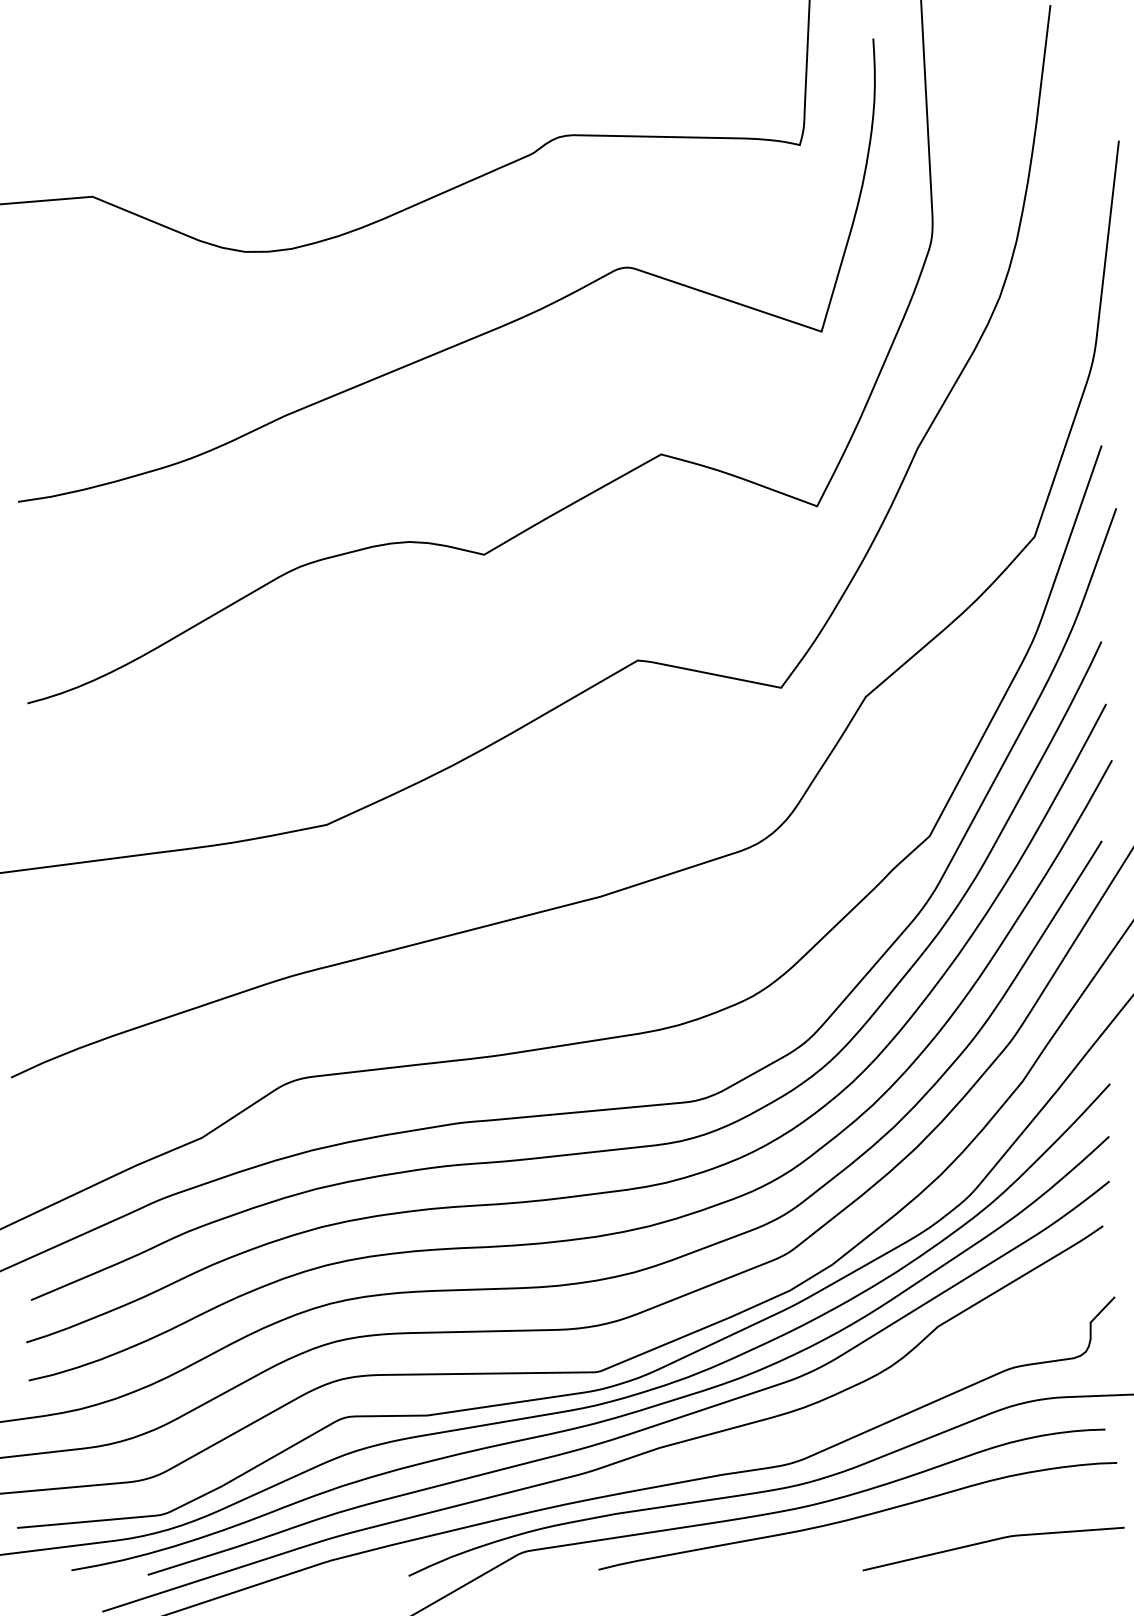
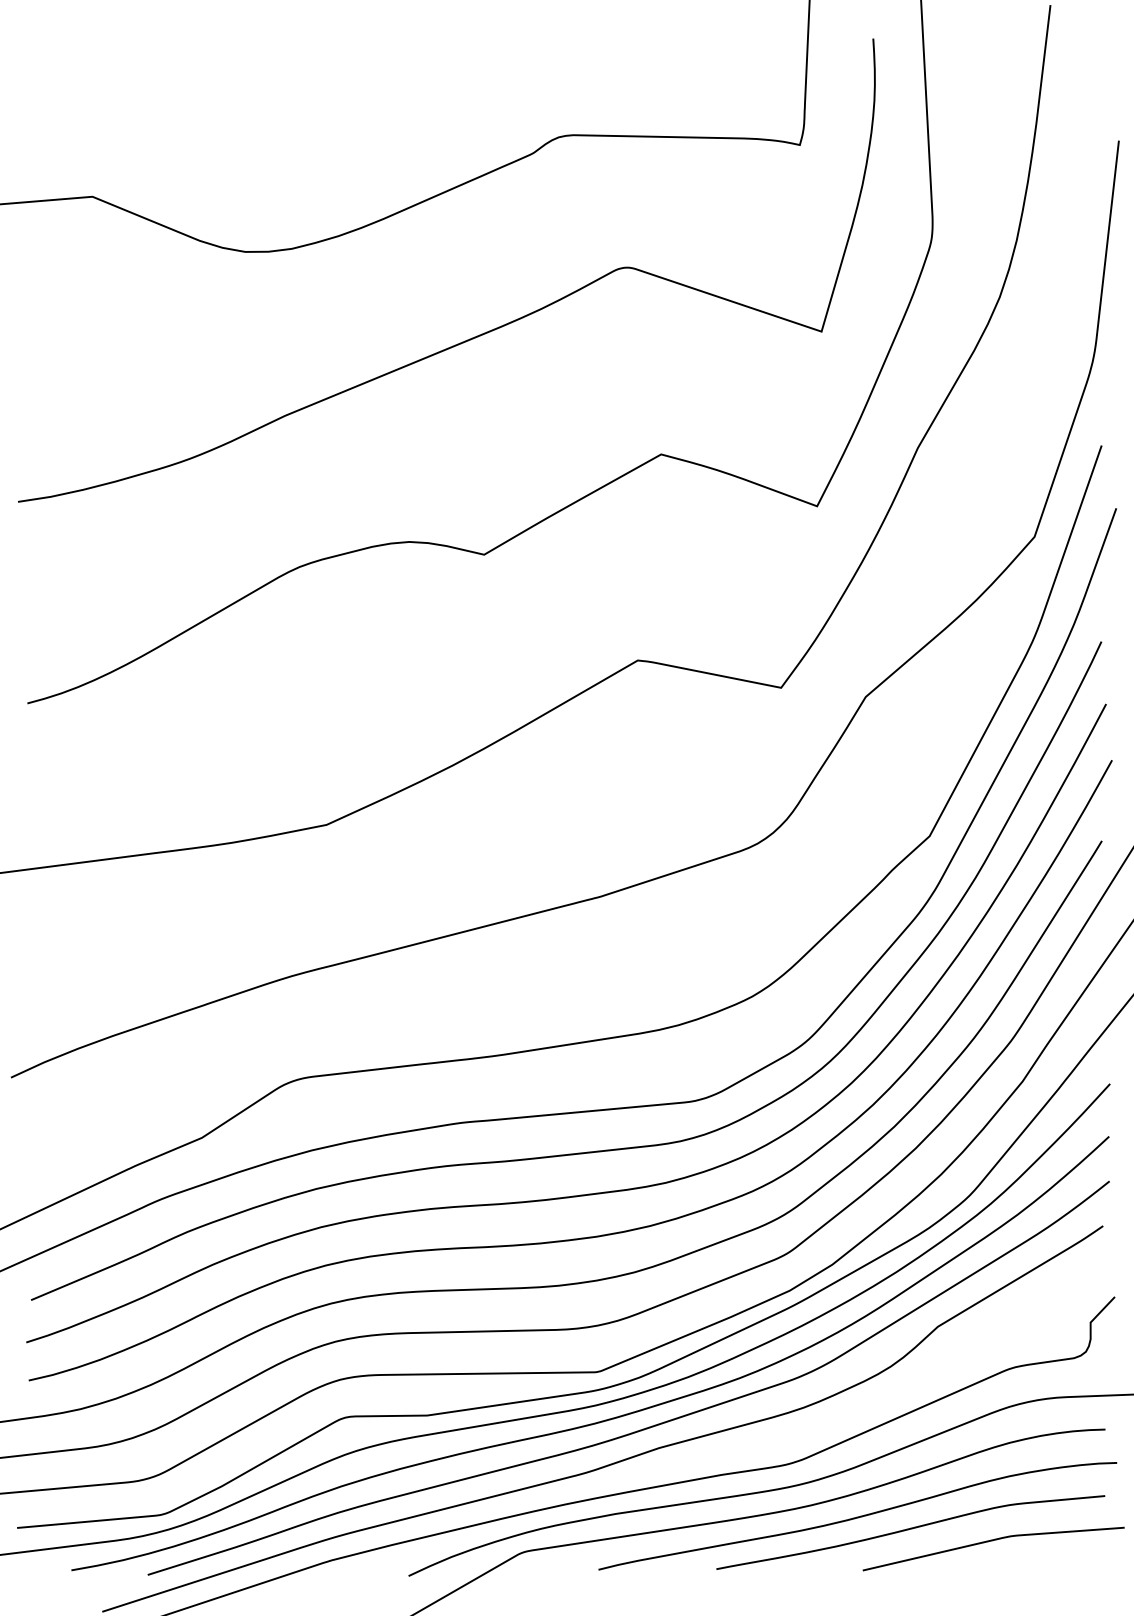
curve at (908, 1530): none -> present
